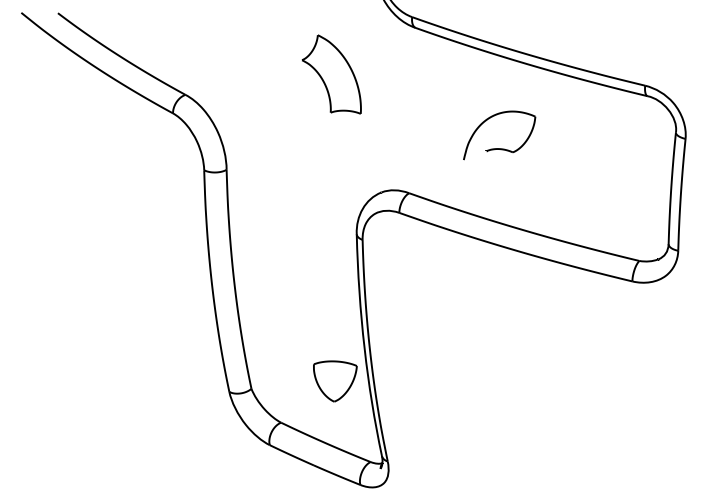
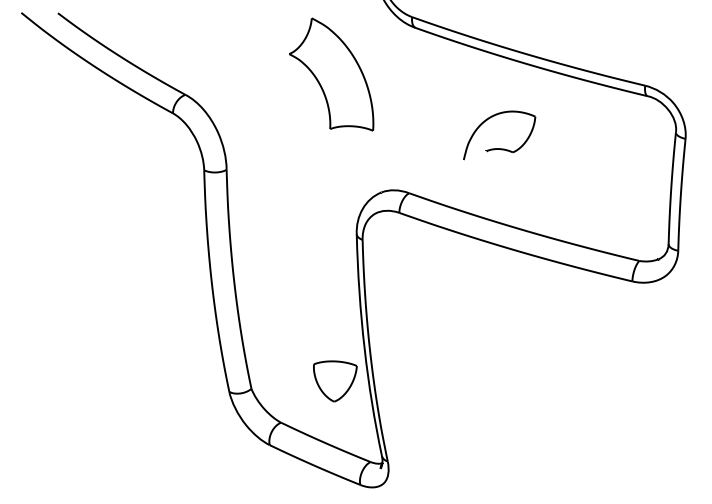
part at (331, 74) size: 61x81 px -> 86x115 px
